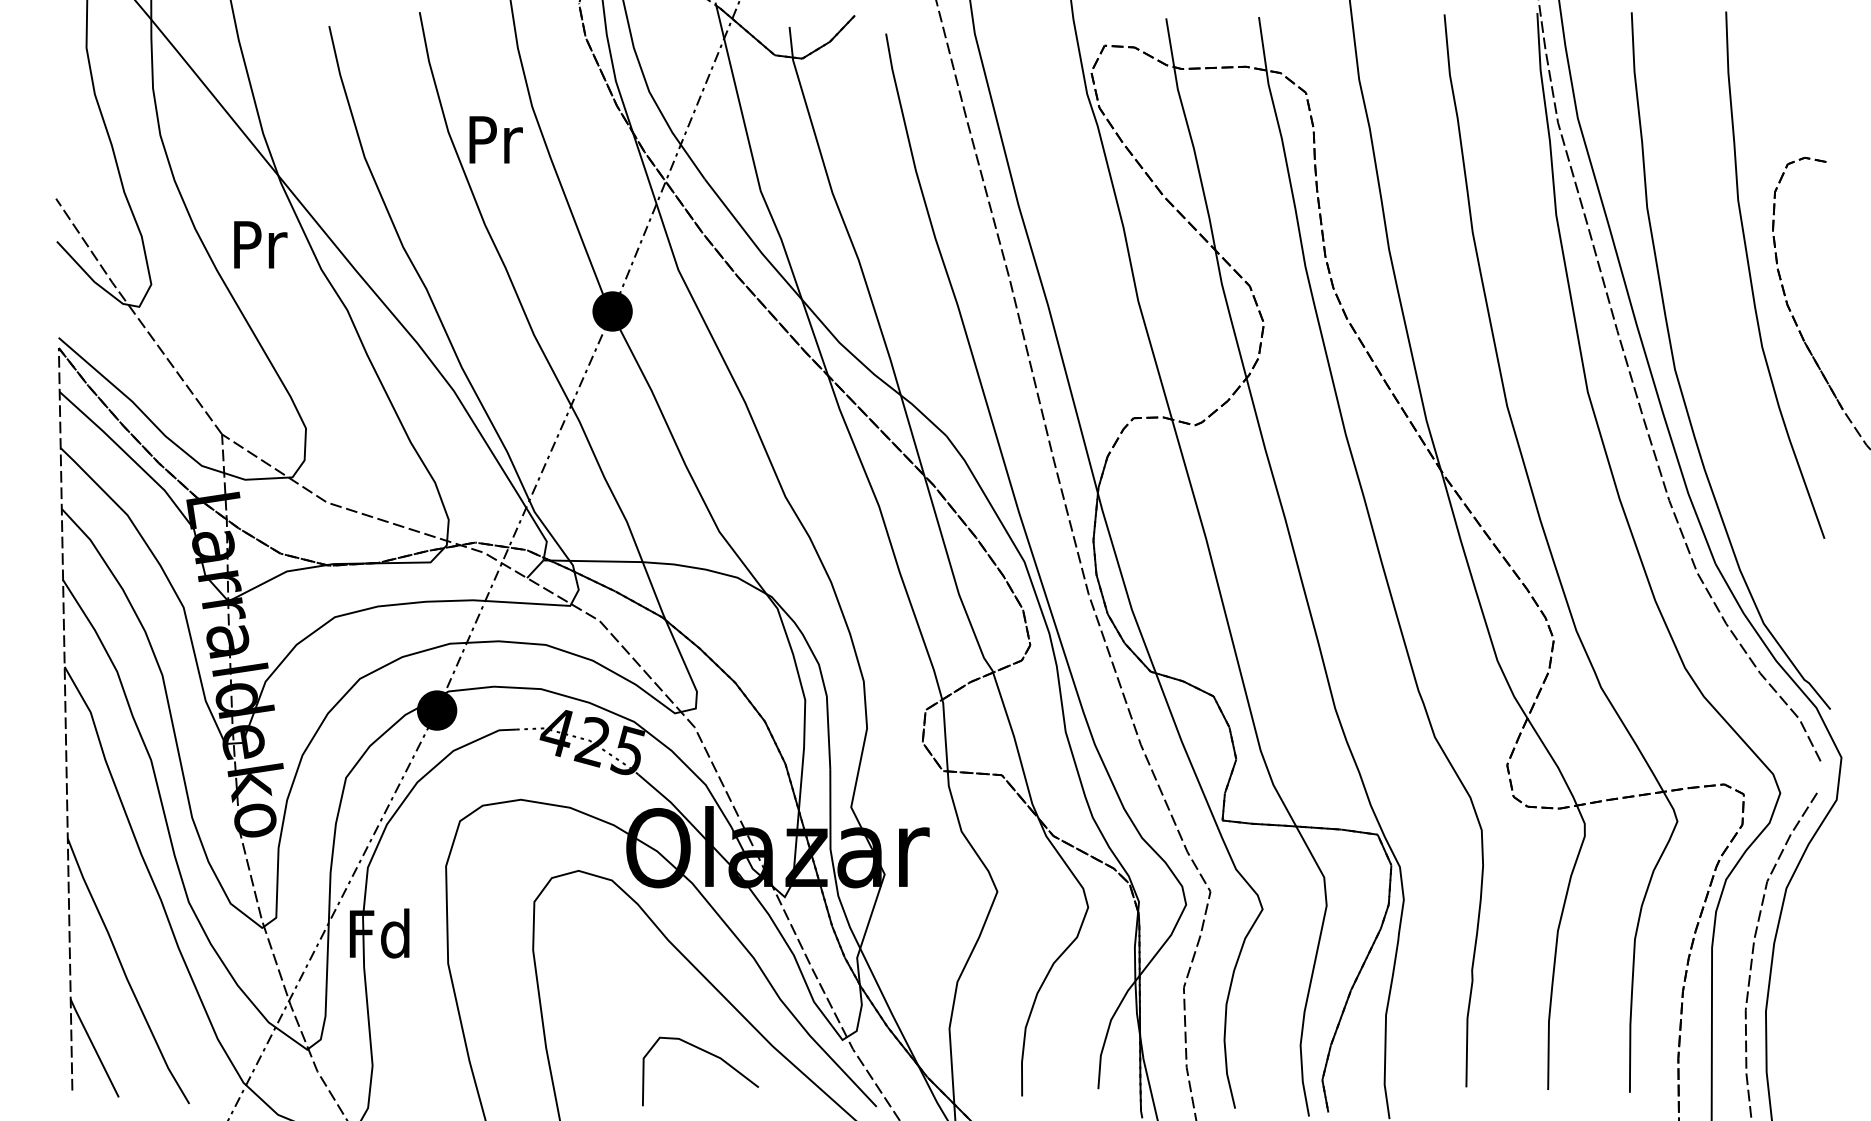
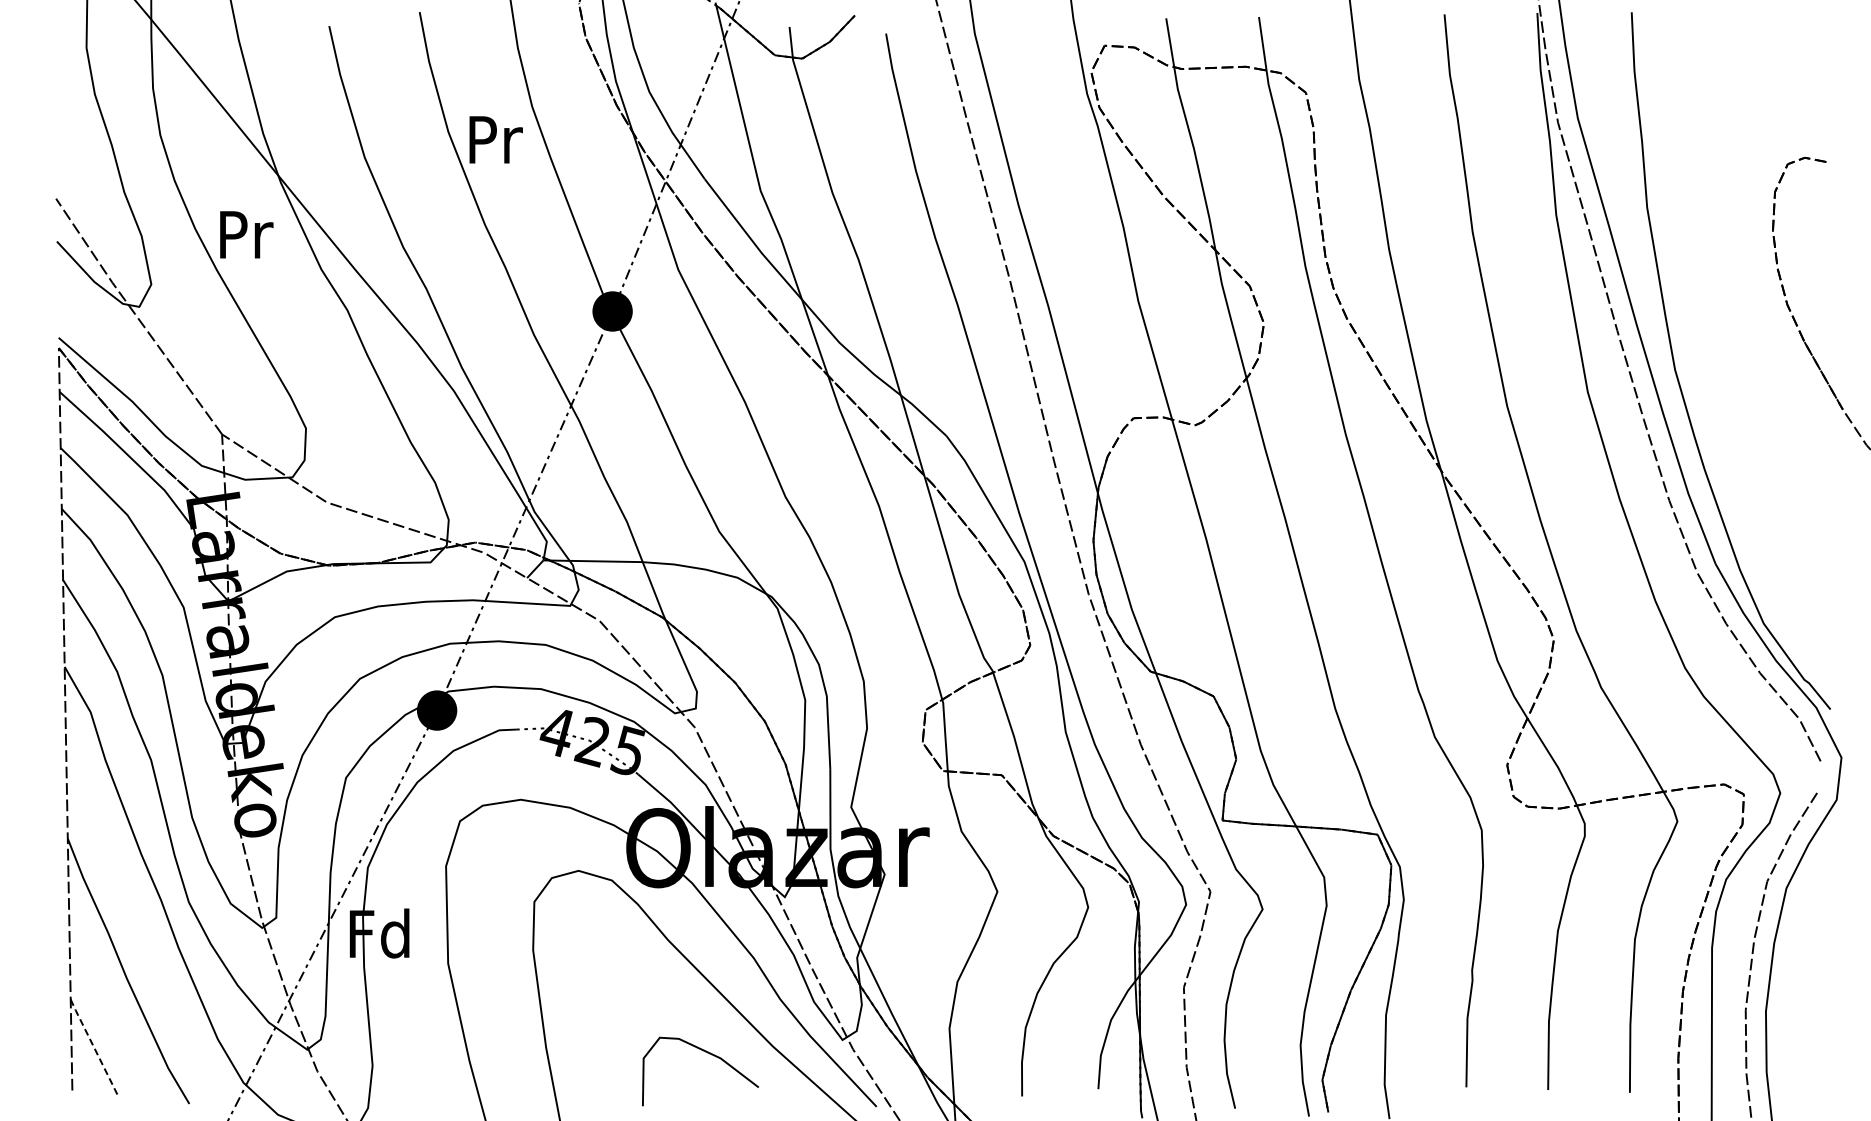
text at (260, 244) position: (260, 244) -> (246, 234)
curve at (1751, 276): present -> none
line at (94, 1048): solid -> dashed
